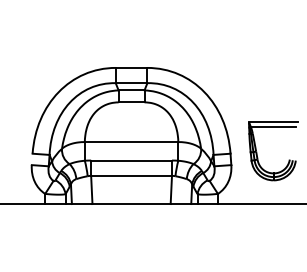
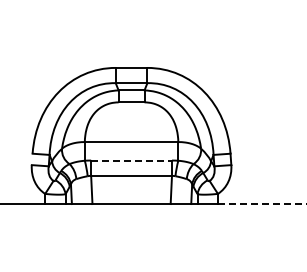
part at (257, 152): present -> none
line at (132, 160): solid -> dashed
line at (262, 204): solid -> dashed
